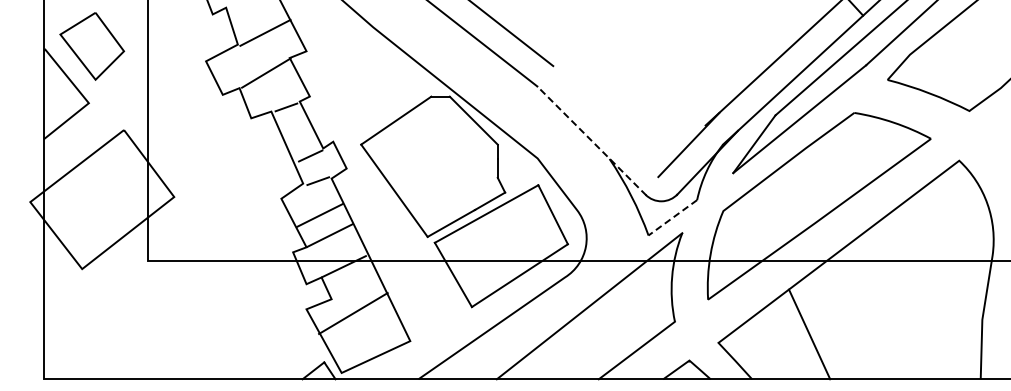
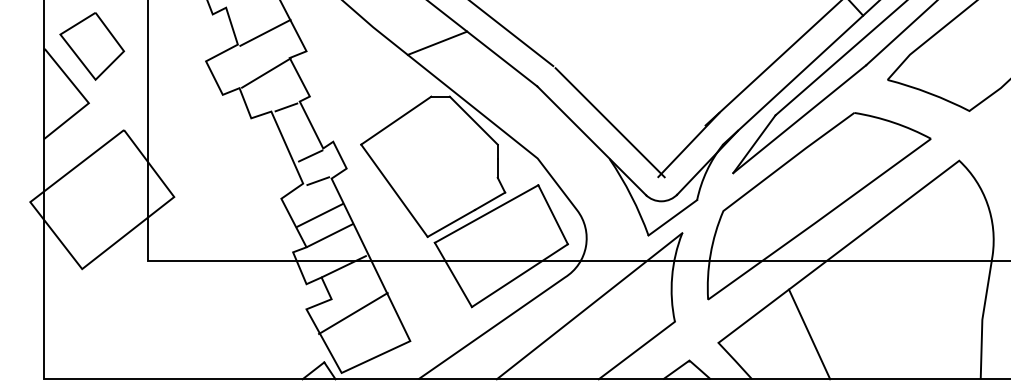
line at (437, 42): none -> present
line at (609, 122): none -> present
line at (591, 140): dashed -> solid
line at (672, 218): dashed -> solid
